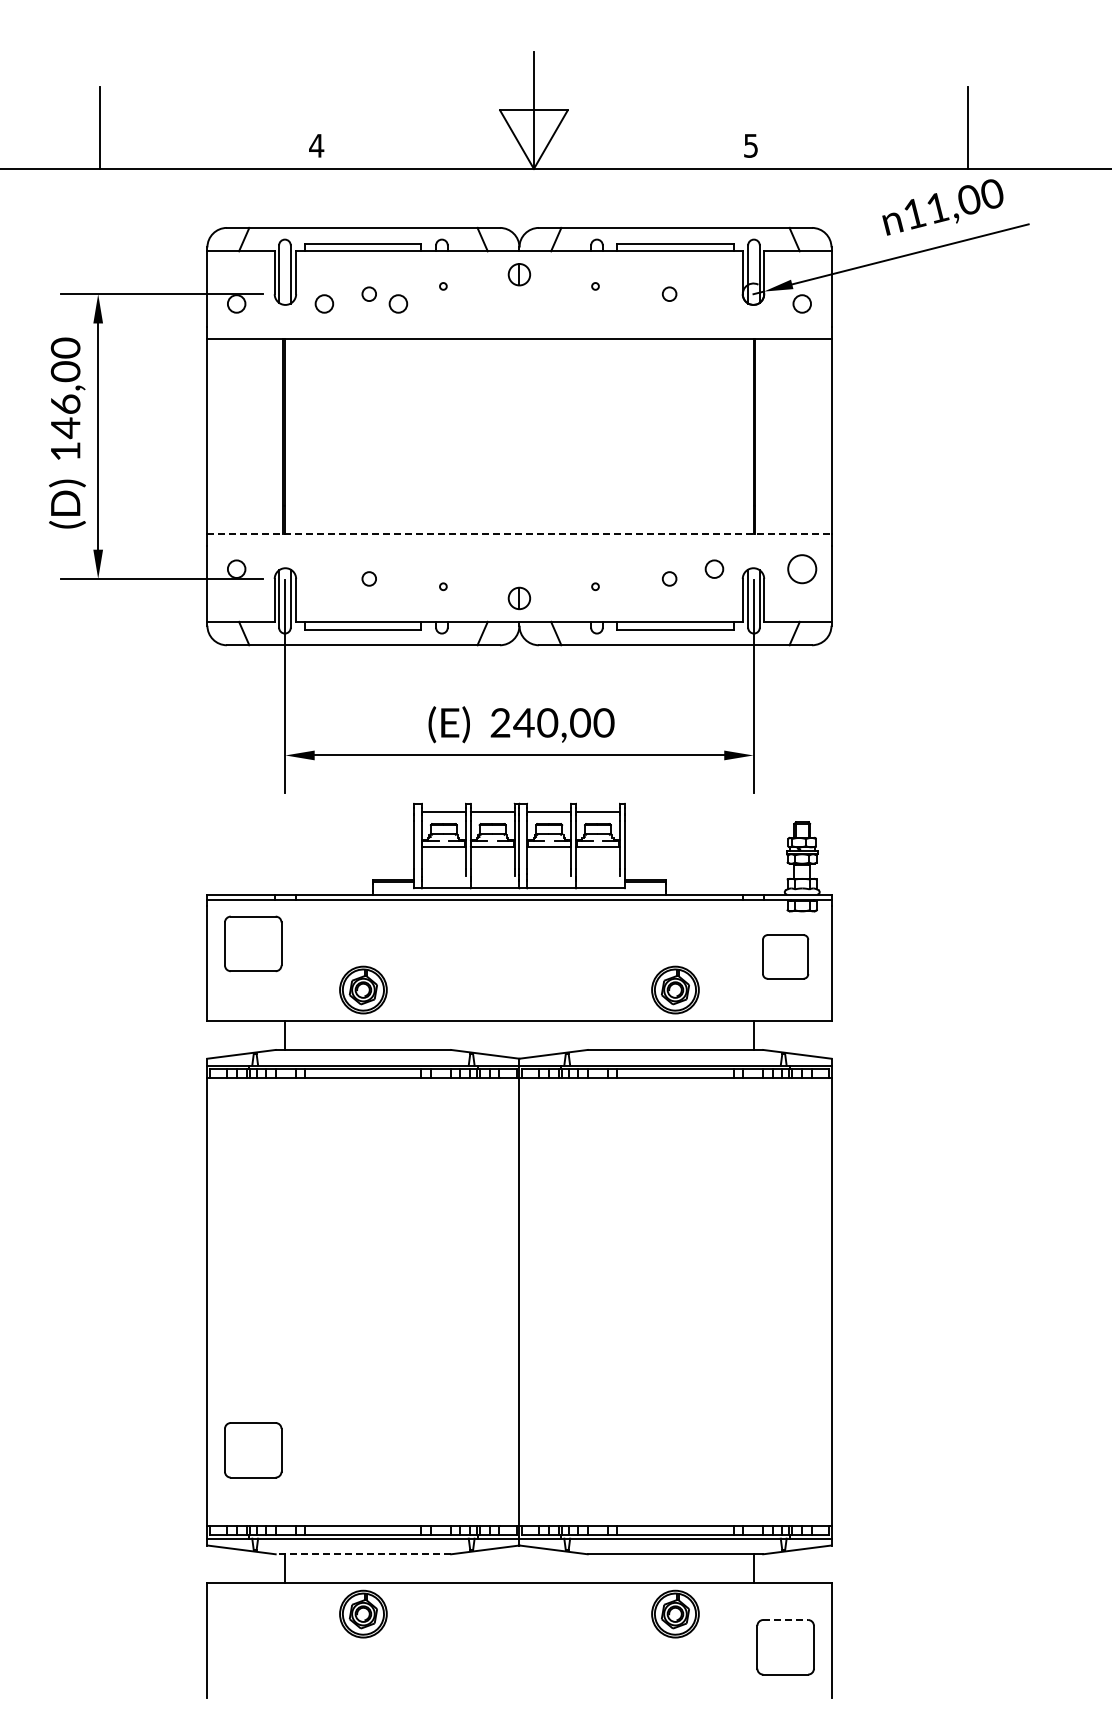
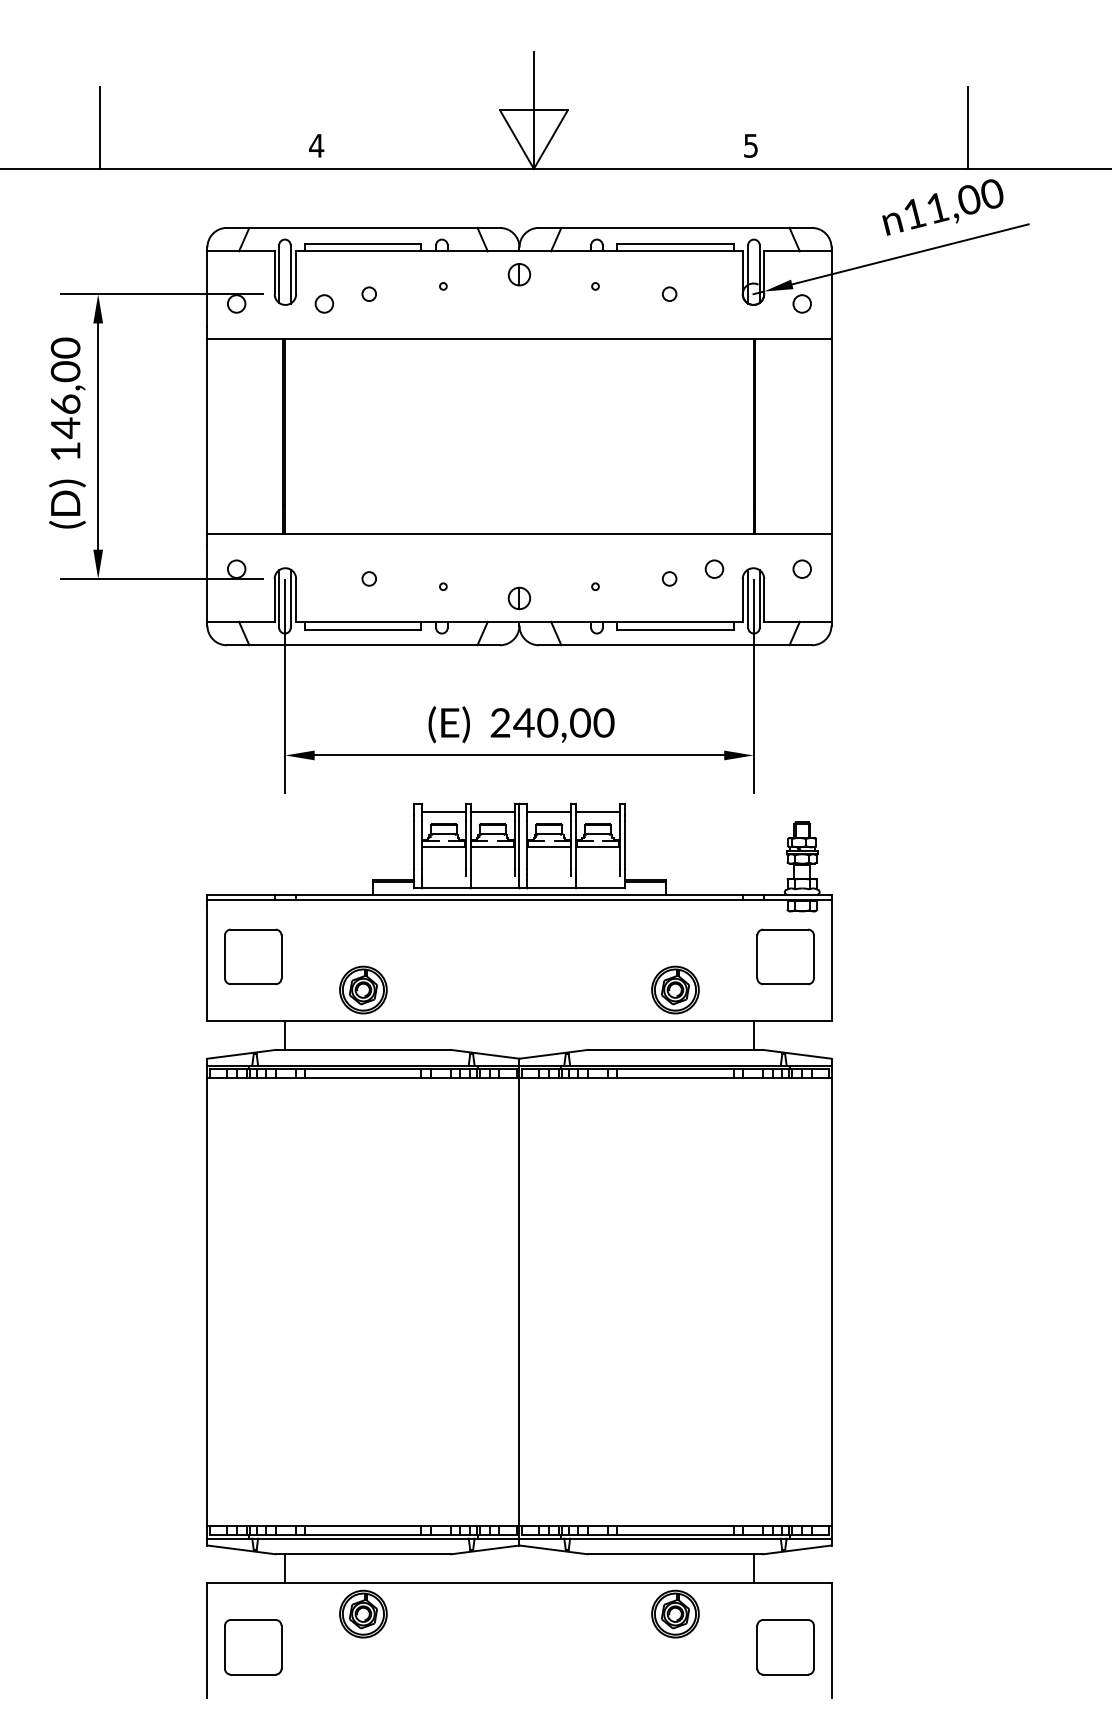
circle at (398, 303): present -> none
line at (519, 534): dashed -> solid
circle at (802, 569) diameter: 28 px -> 18 px
part at (253, 943) position: (253, 943) -> (253, 956)
part at (785, 956) size: 48x46 px -> 59x58 px
part at (253, 1450) position: (253, 1450) -> (253, 1647)
line at (363, 1554): dashed -> solid
line at (786, 1620): dashed -> solid
